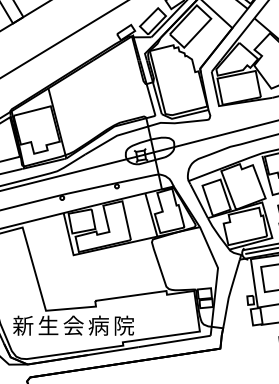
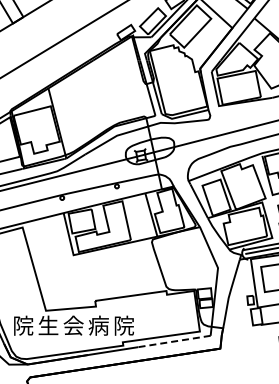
text at (23, 325): 新 -> 院
line at (174, 341): solid -> dashed
